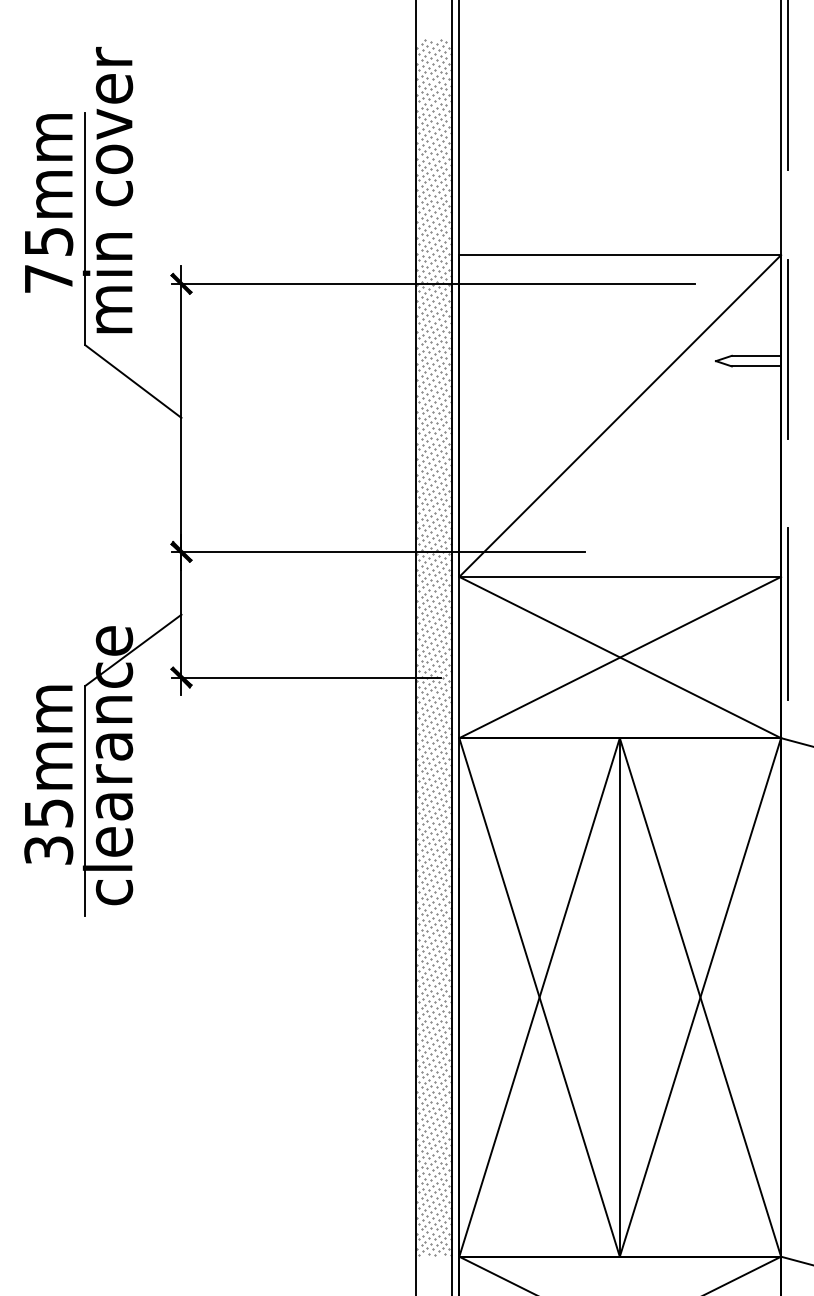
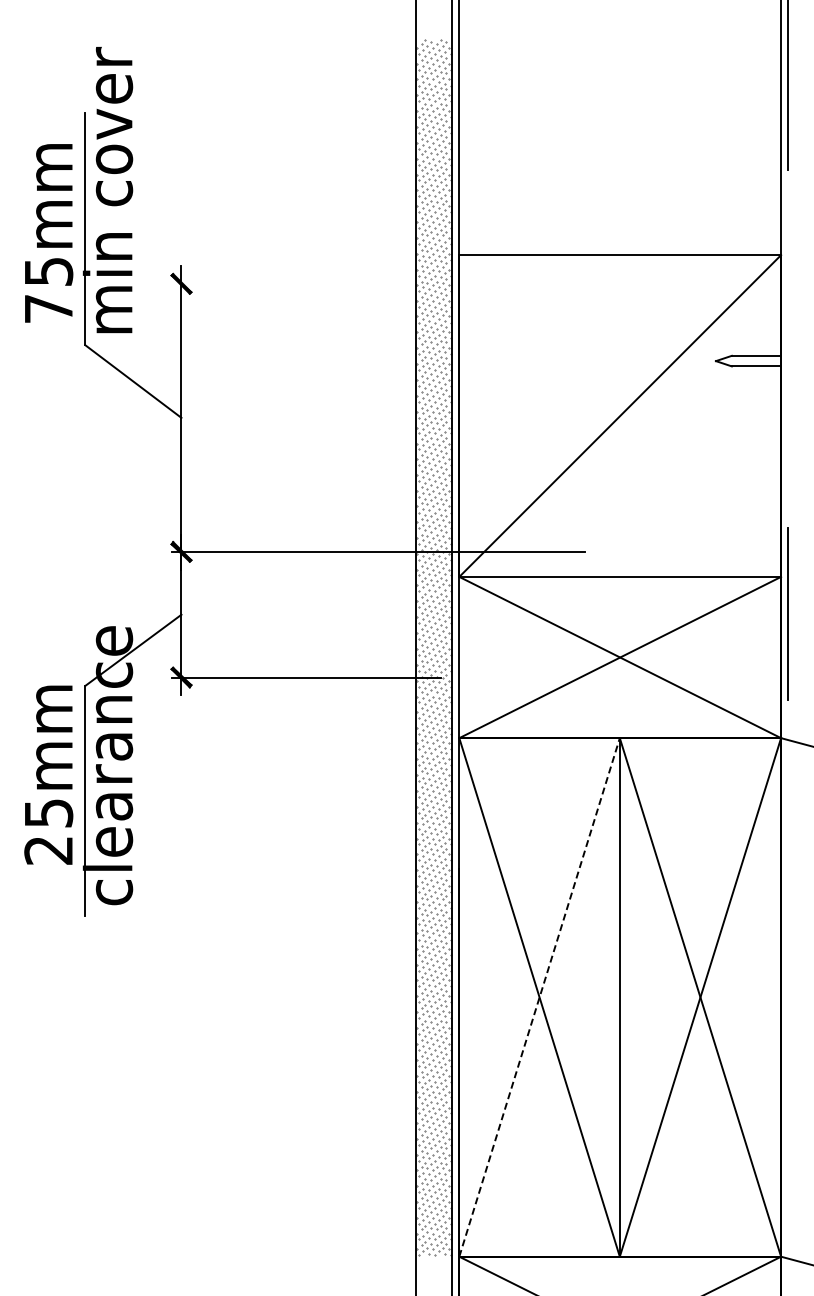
text at (49, 203) position: (49, 203) -> (49, 233)
line at (433, 283): present -> none
line at (787, 349): present -> none
text at (48, 850): 35mm -> 25mm
line at (539, 996): solid -> dashed
